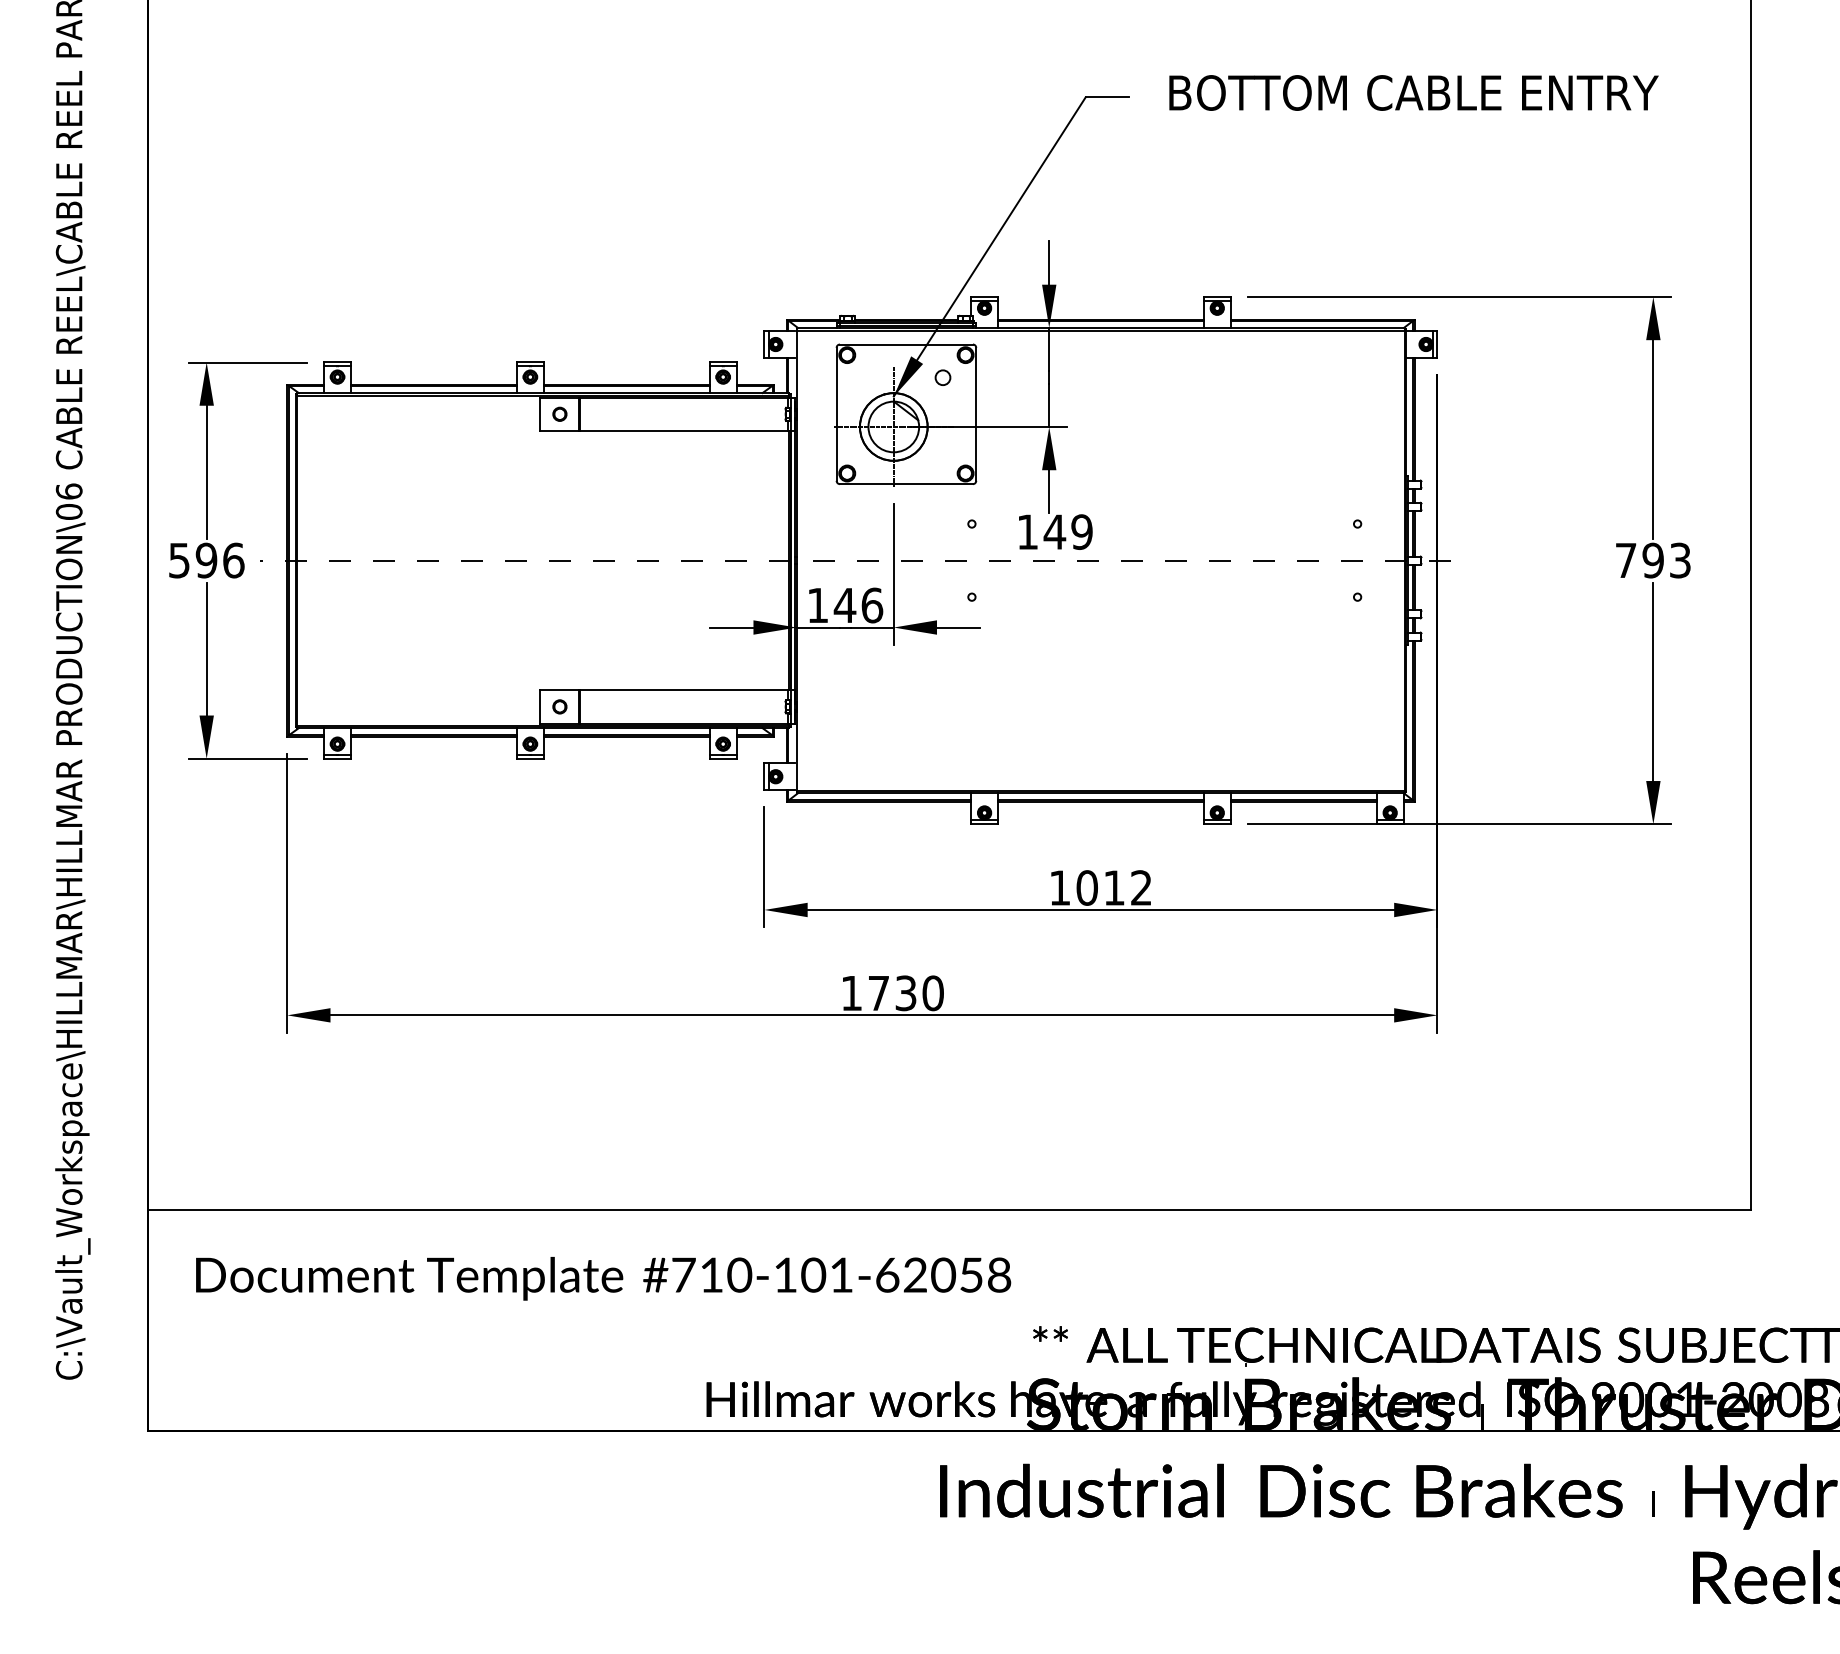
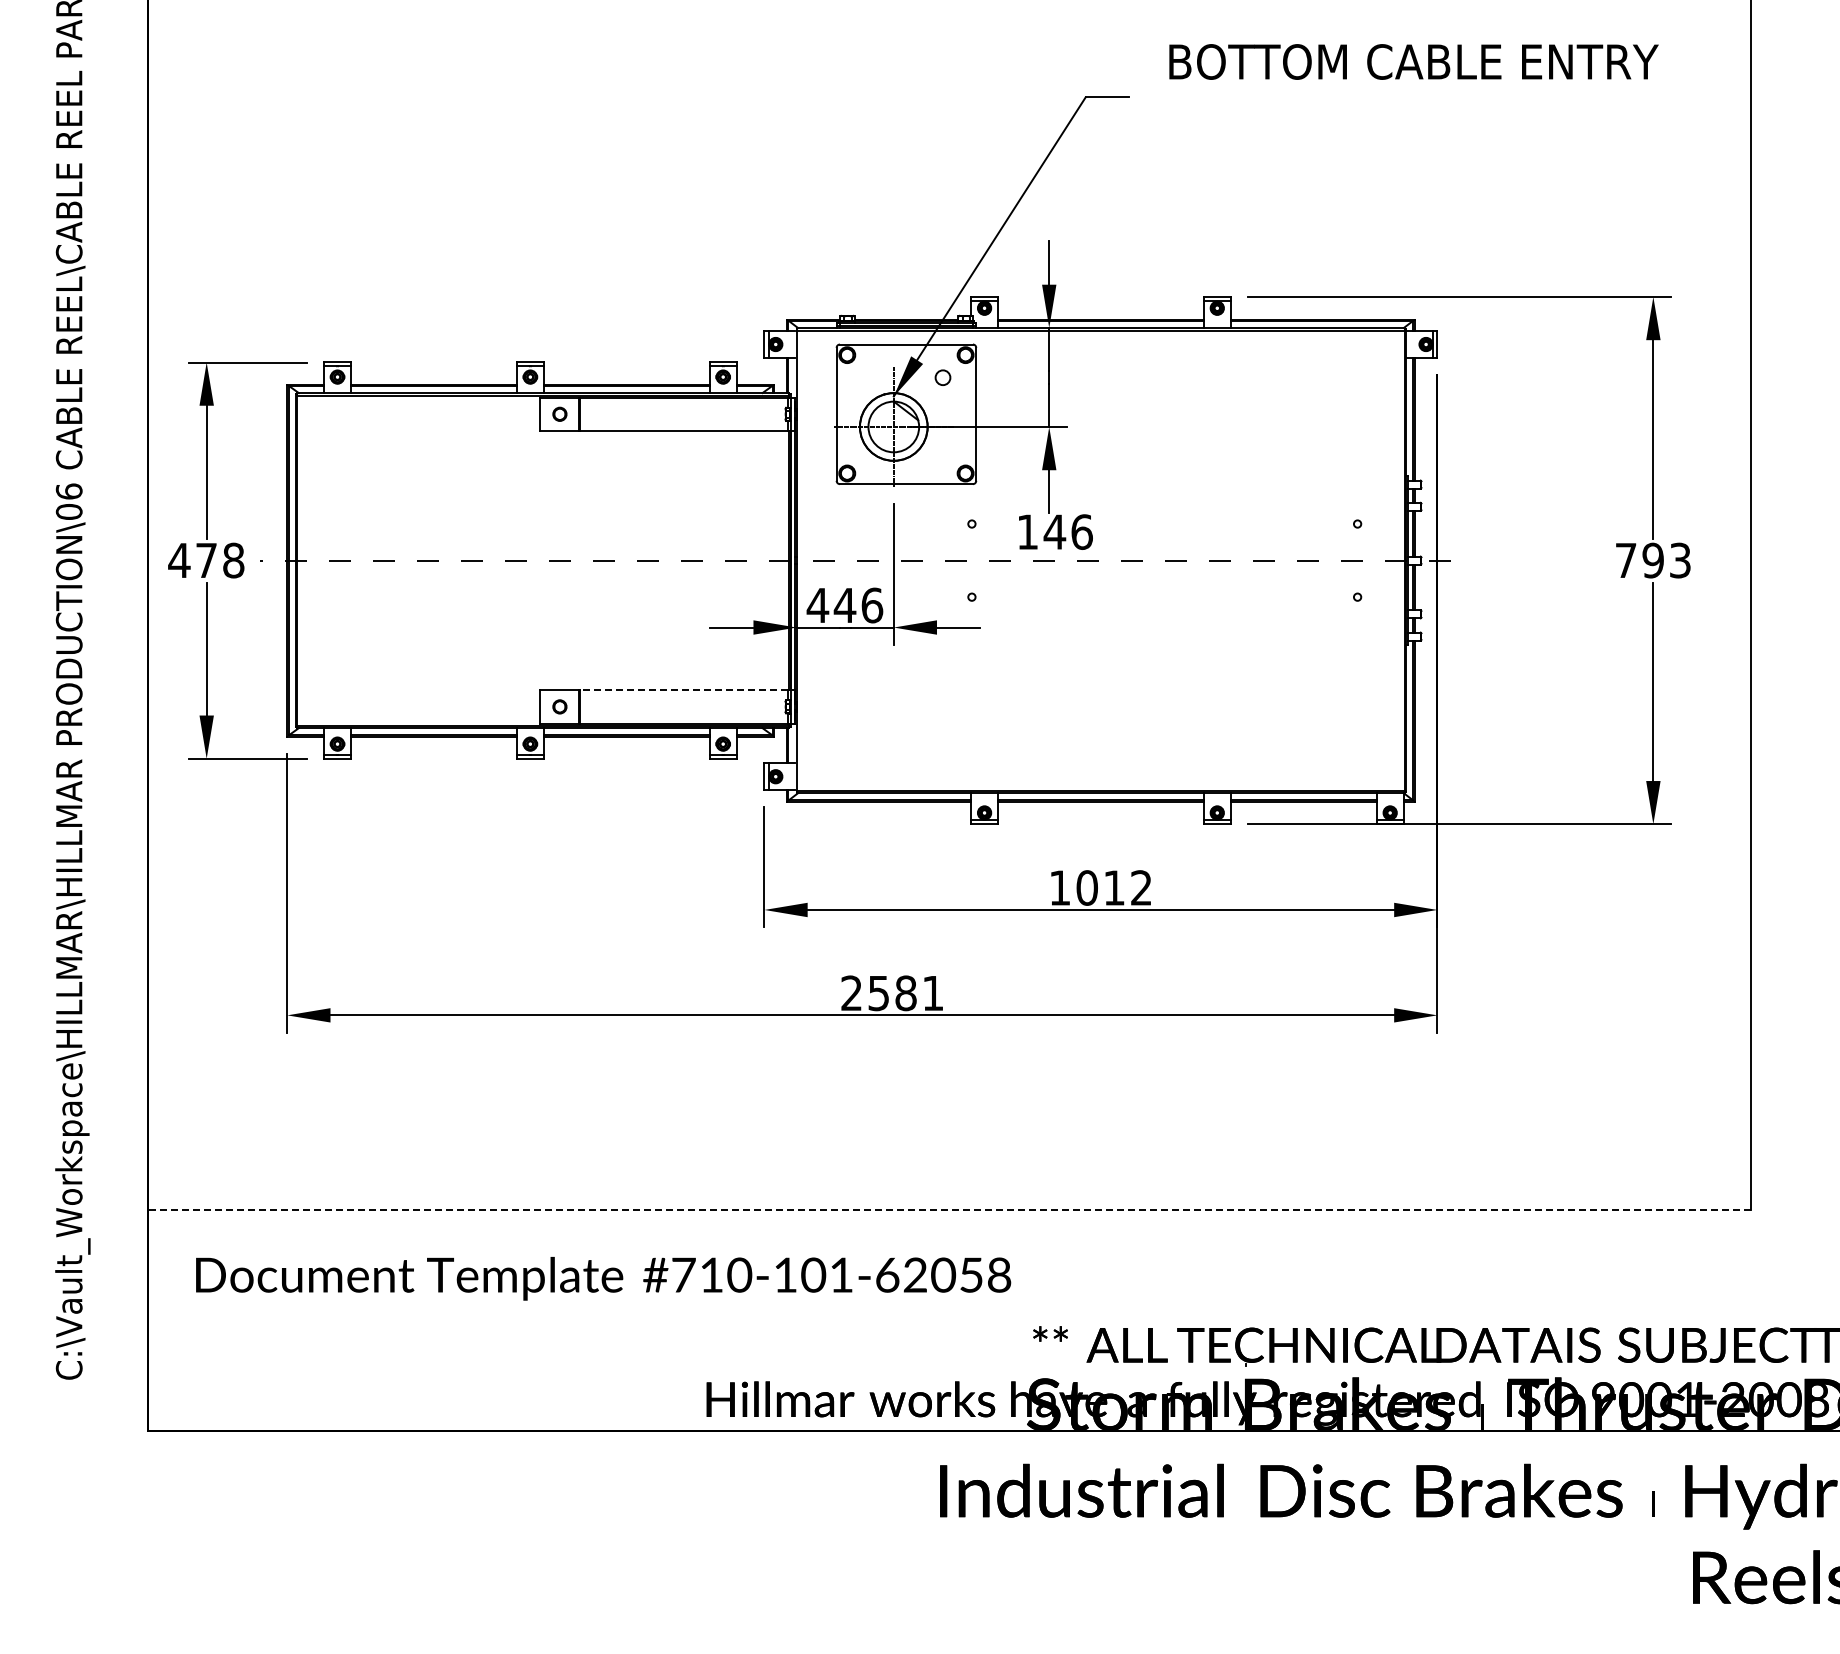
text at (1413, 92) position: (1413, 92) -> (1413, 61)
text at (1081, 531): 149 -> 146
text at (206, 560): 596 -> 478
text at (817, 605): 146 -> 446
line at (683, 690): solid -> dashed
text at (892, 993): 1730 -> 2581
line at (949, 1210): solid -> dashed
